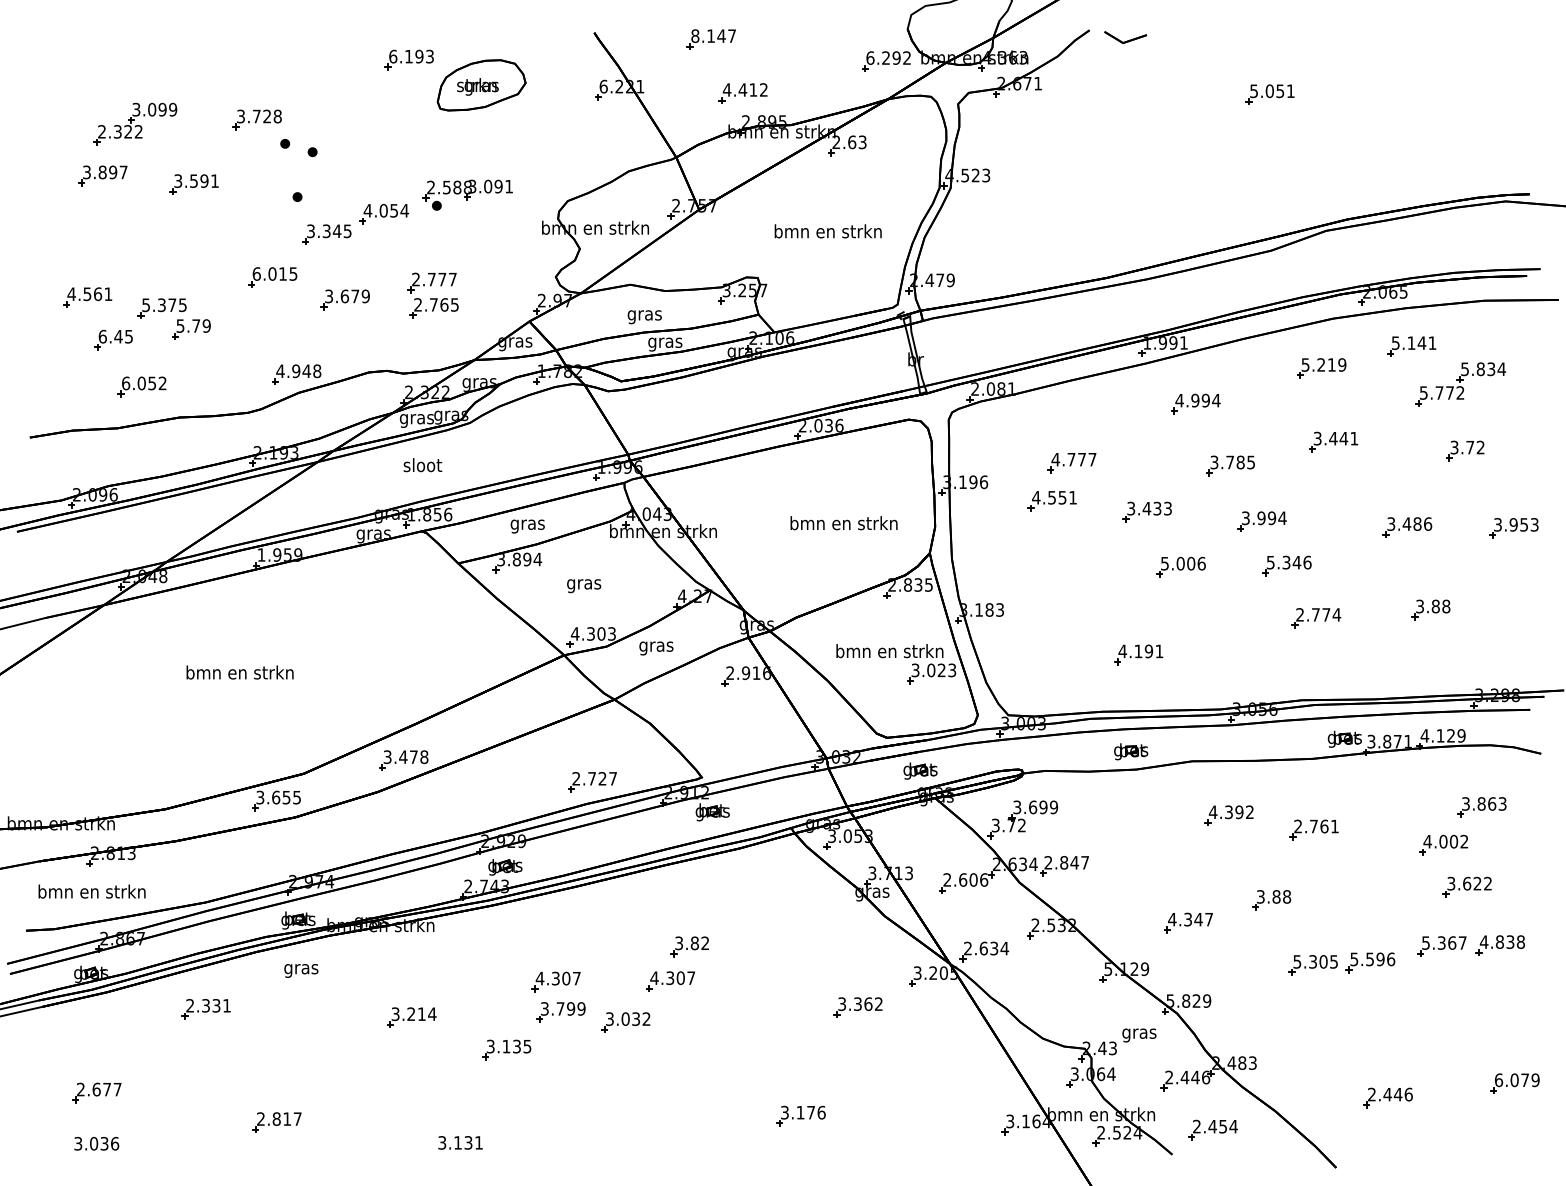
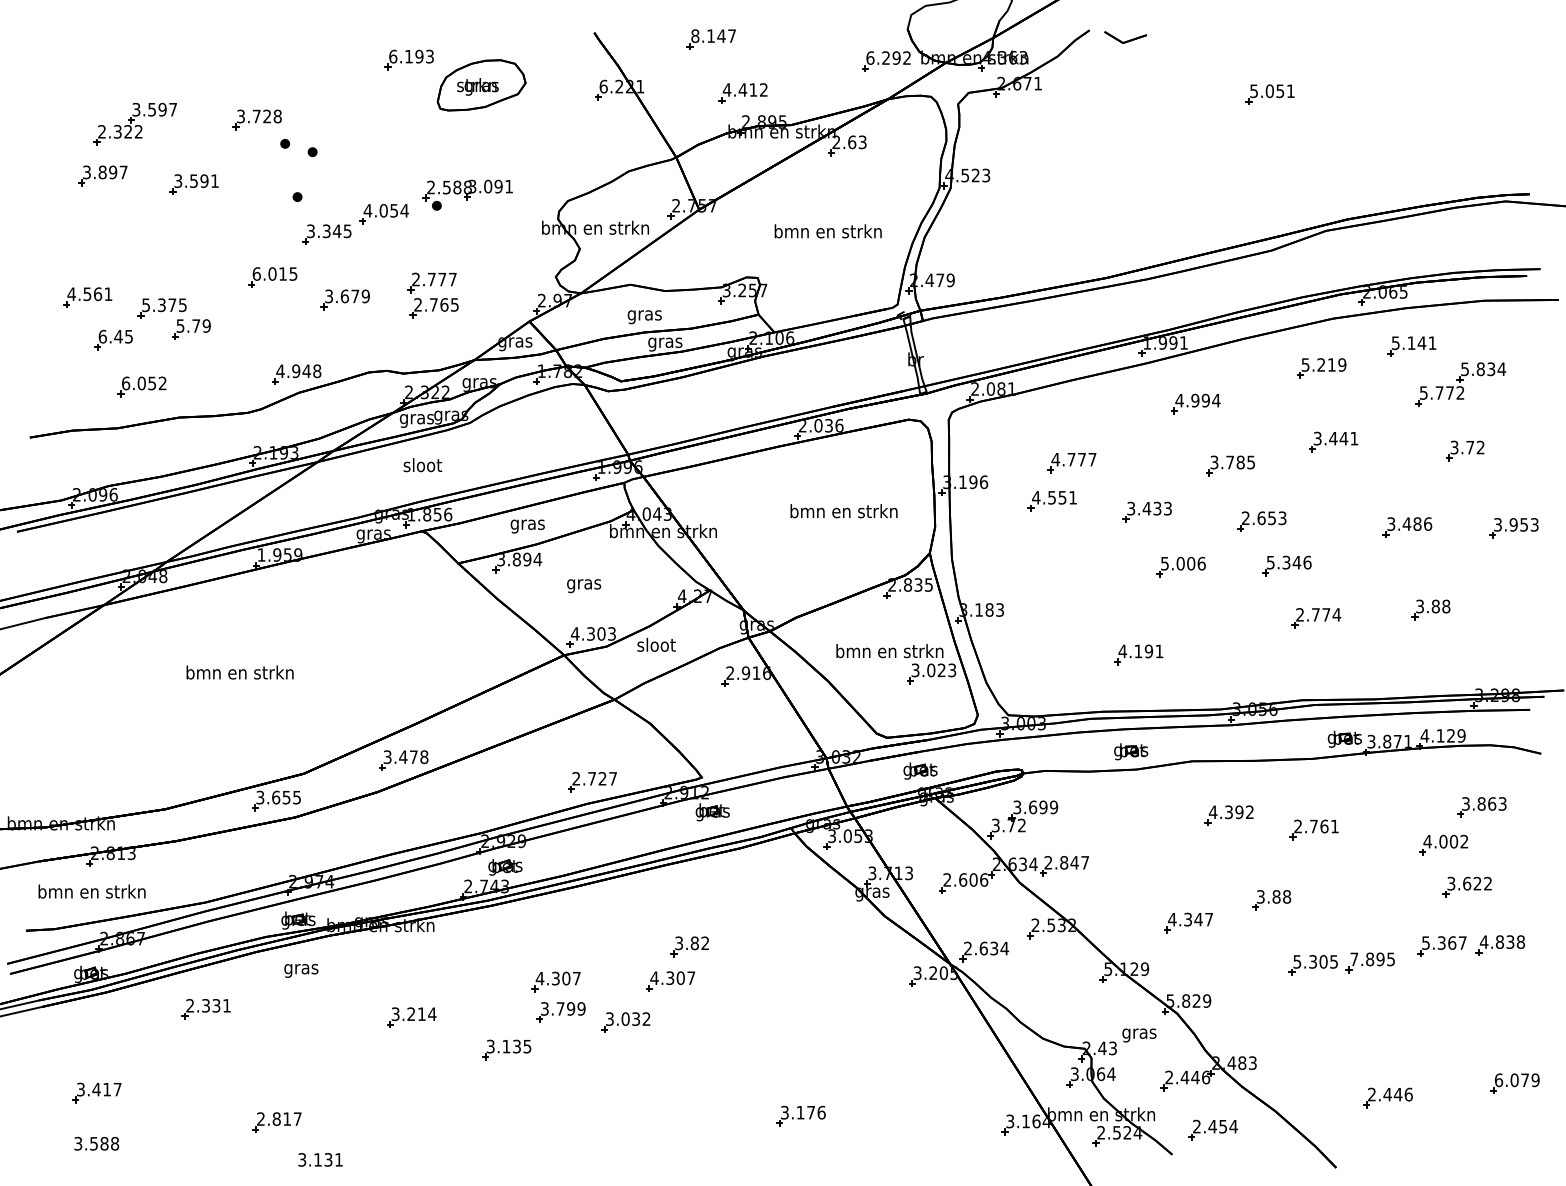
text at (162, 109): 3.099 -> 3.597
text at (1264, 518): 3.994 -> 2.653
text at (843, 523) position: (843, 523) -> (843, 511)
text at (656, 646): gras -> sloot
text at (1372, 959): 5.596 -> 7.895
part at (857, 1007): present -> none
text at (93, 1089): 2.677 -> 3.417
text at (460, 1142) position: (460, 1142) -> (320, 1159)
text at (104, 1143): 3.036 -> 3.588
